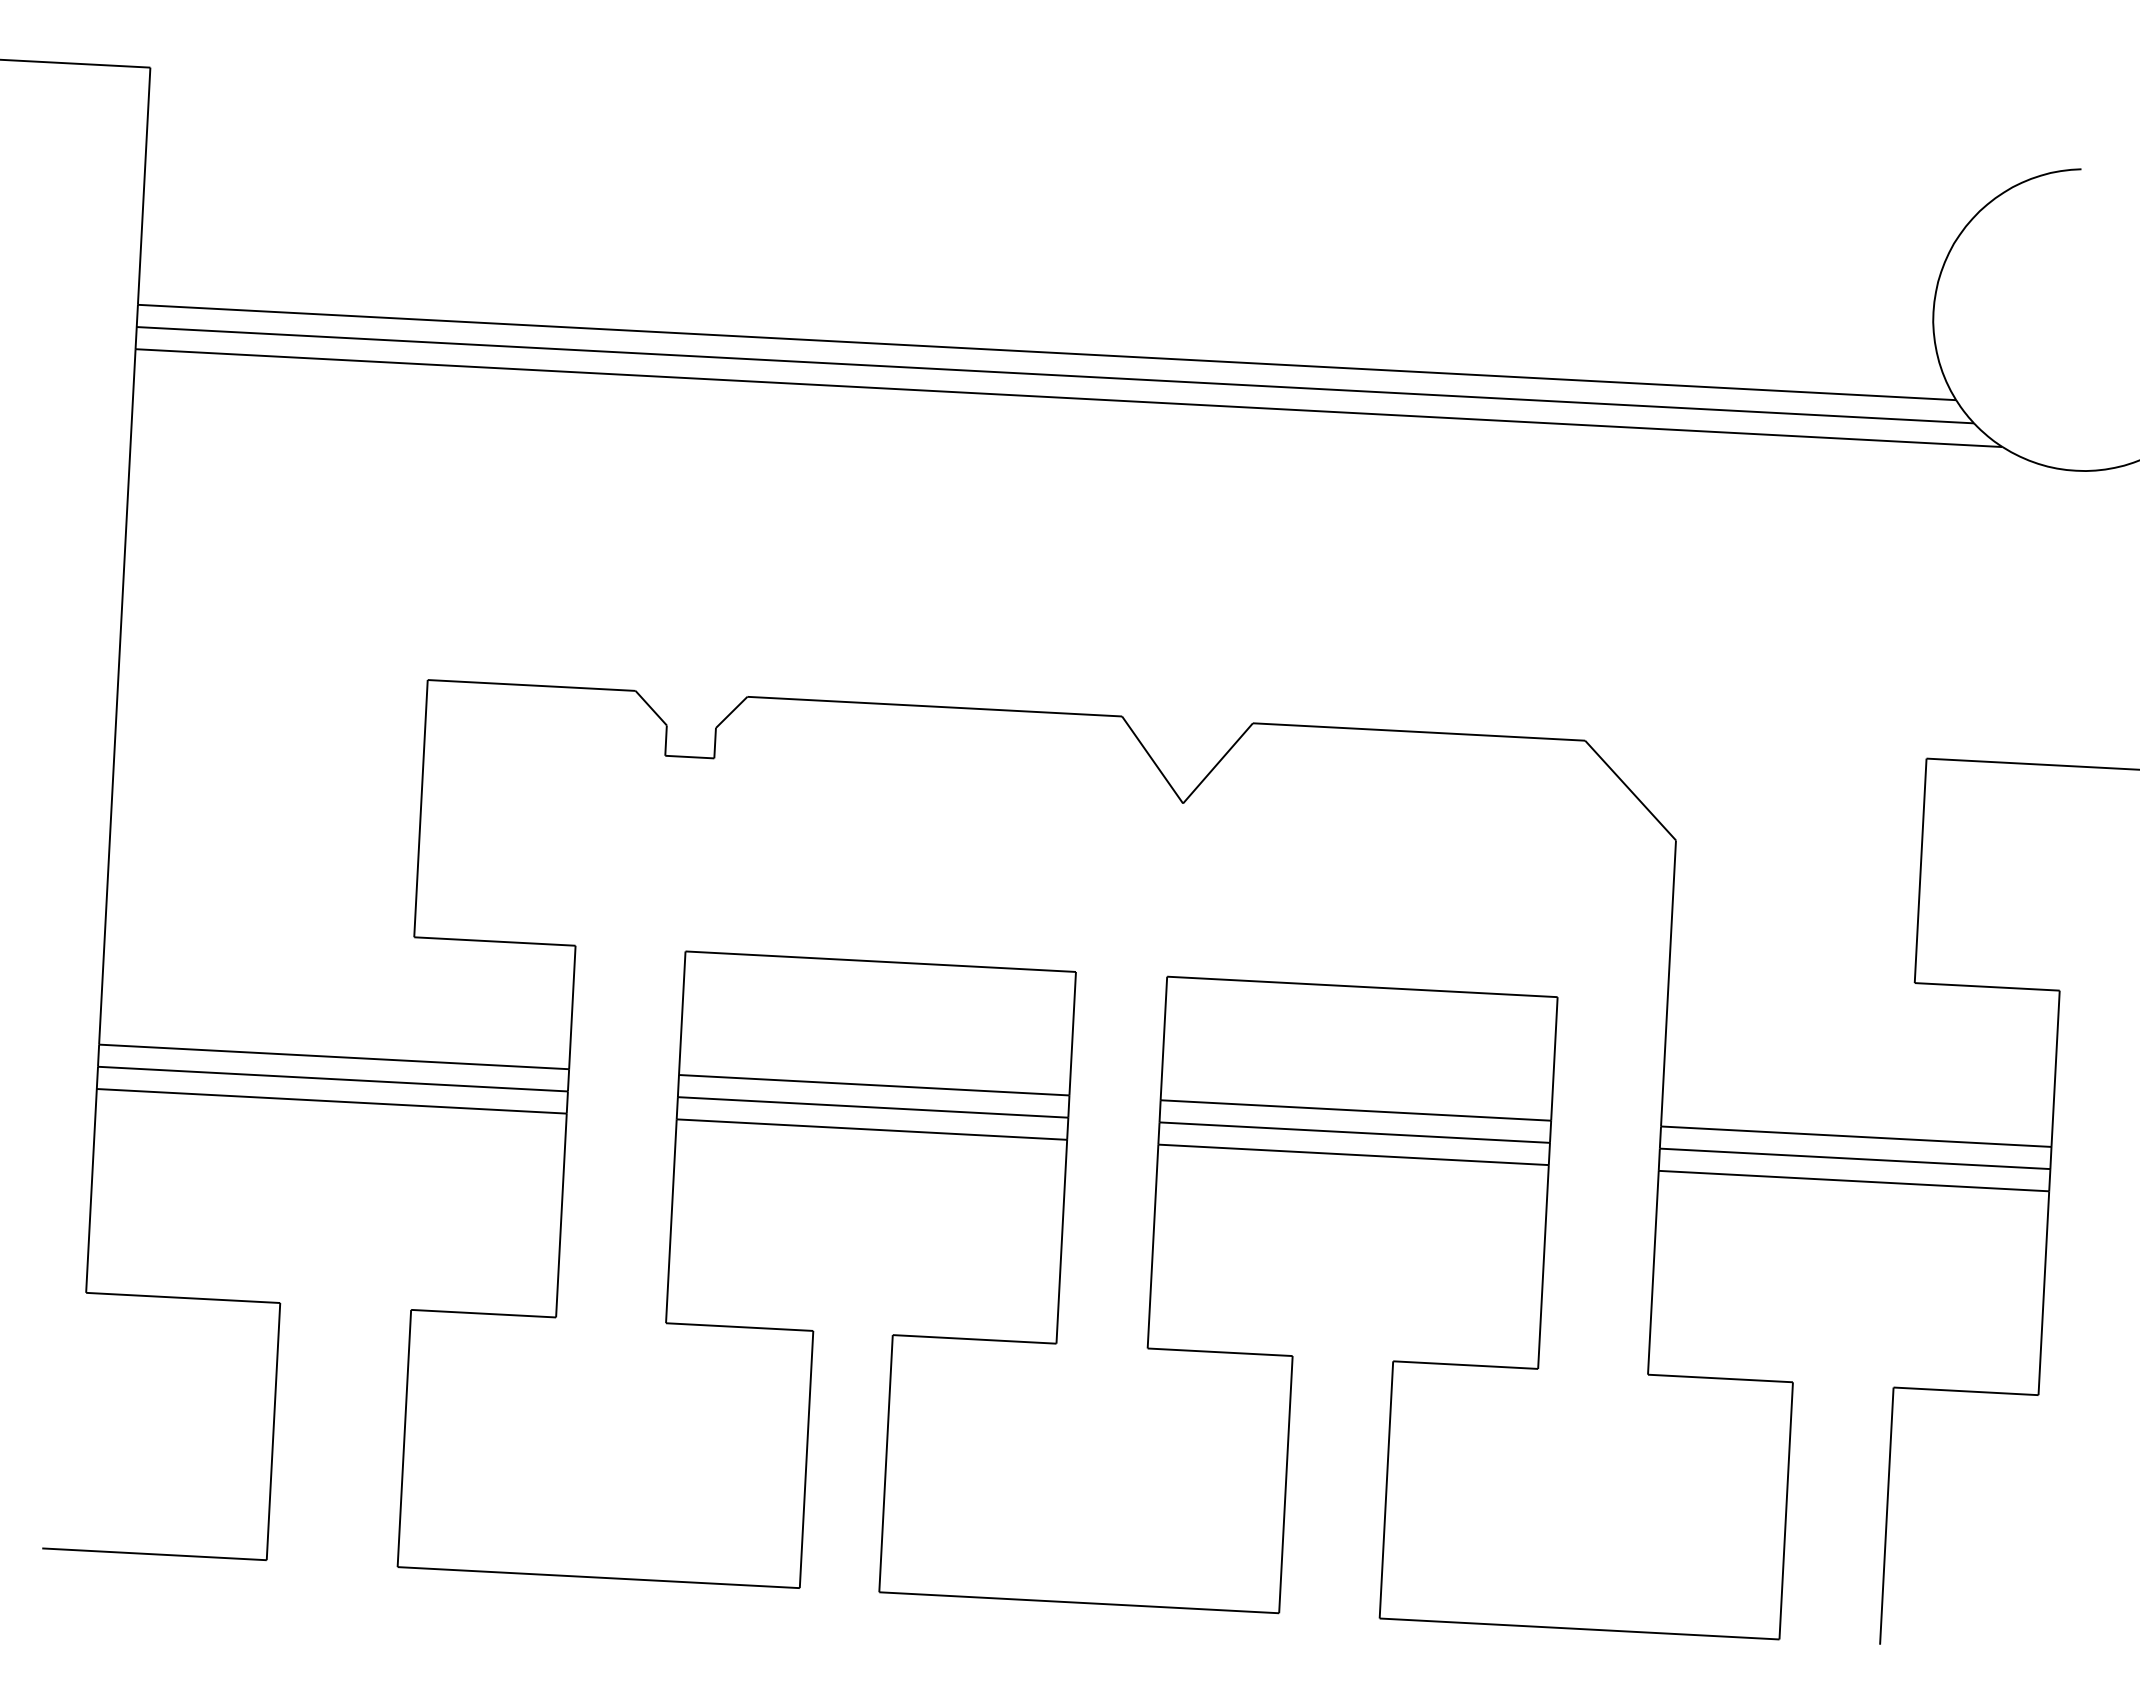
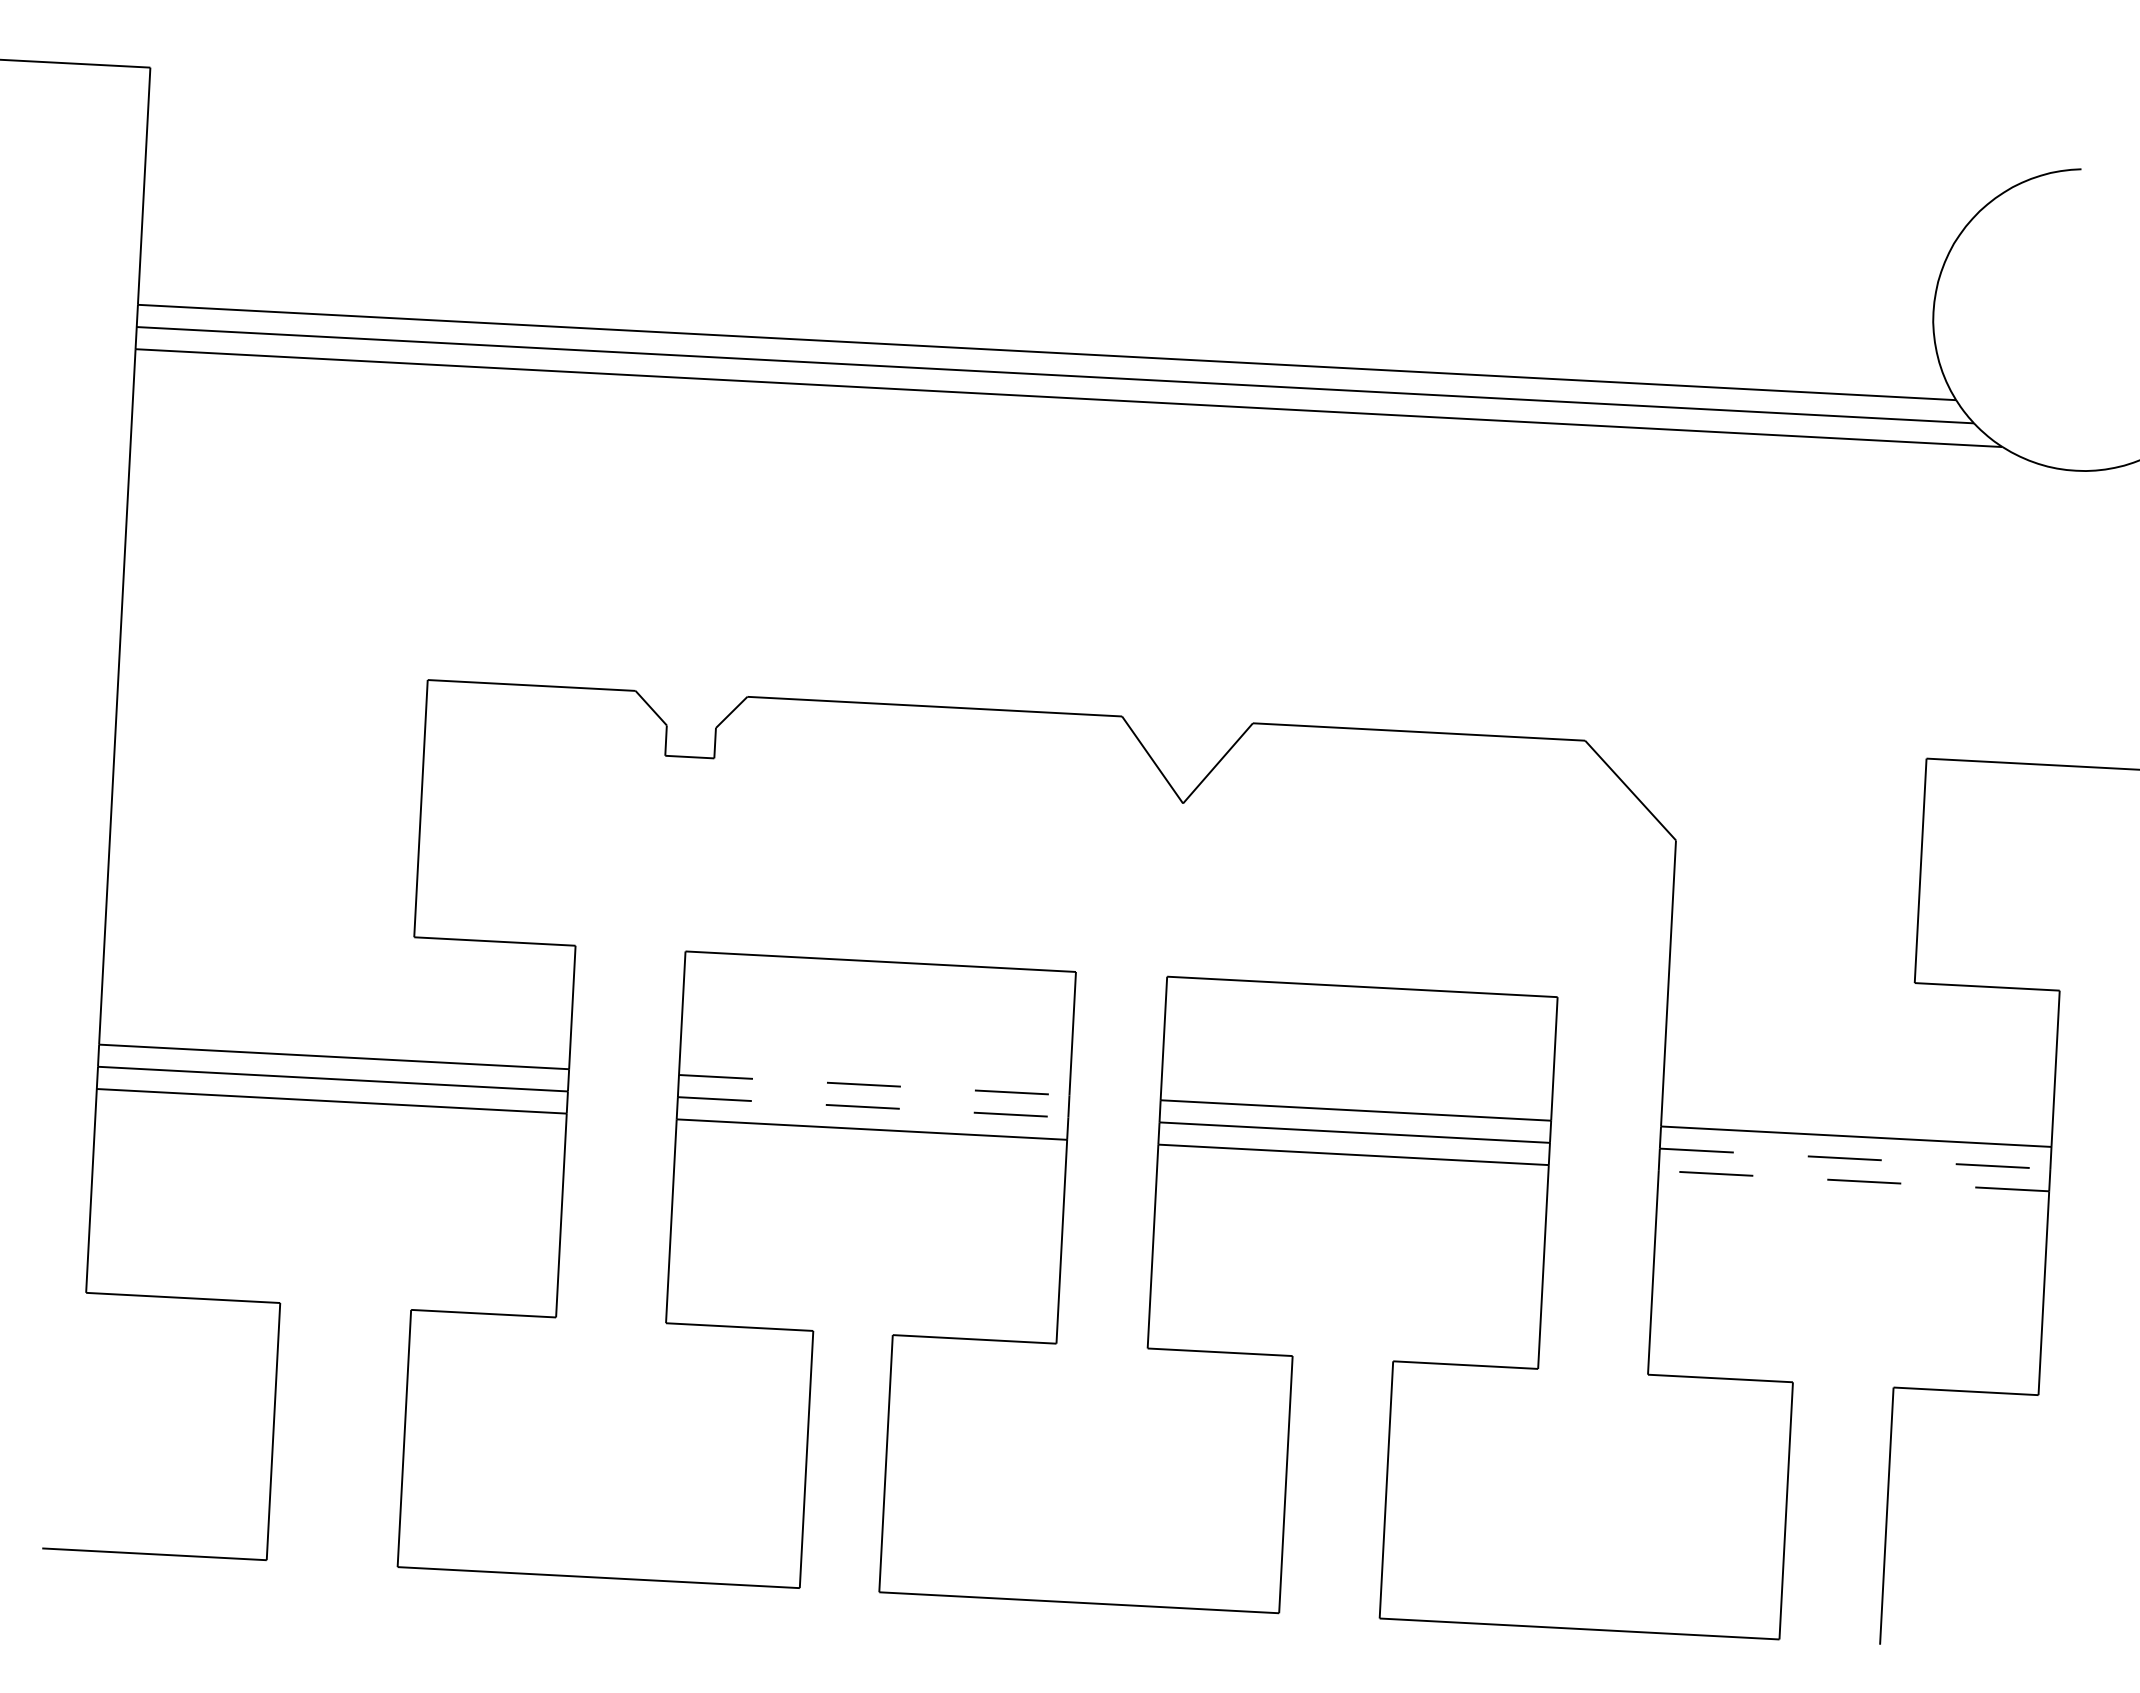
line at (874, 1085): solid -> dashed
line at (873, 1107): solid -> dashed
line at (1855, 1158): solid -> dashed
line at (1853, 1181): solid -> dashed
